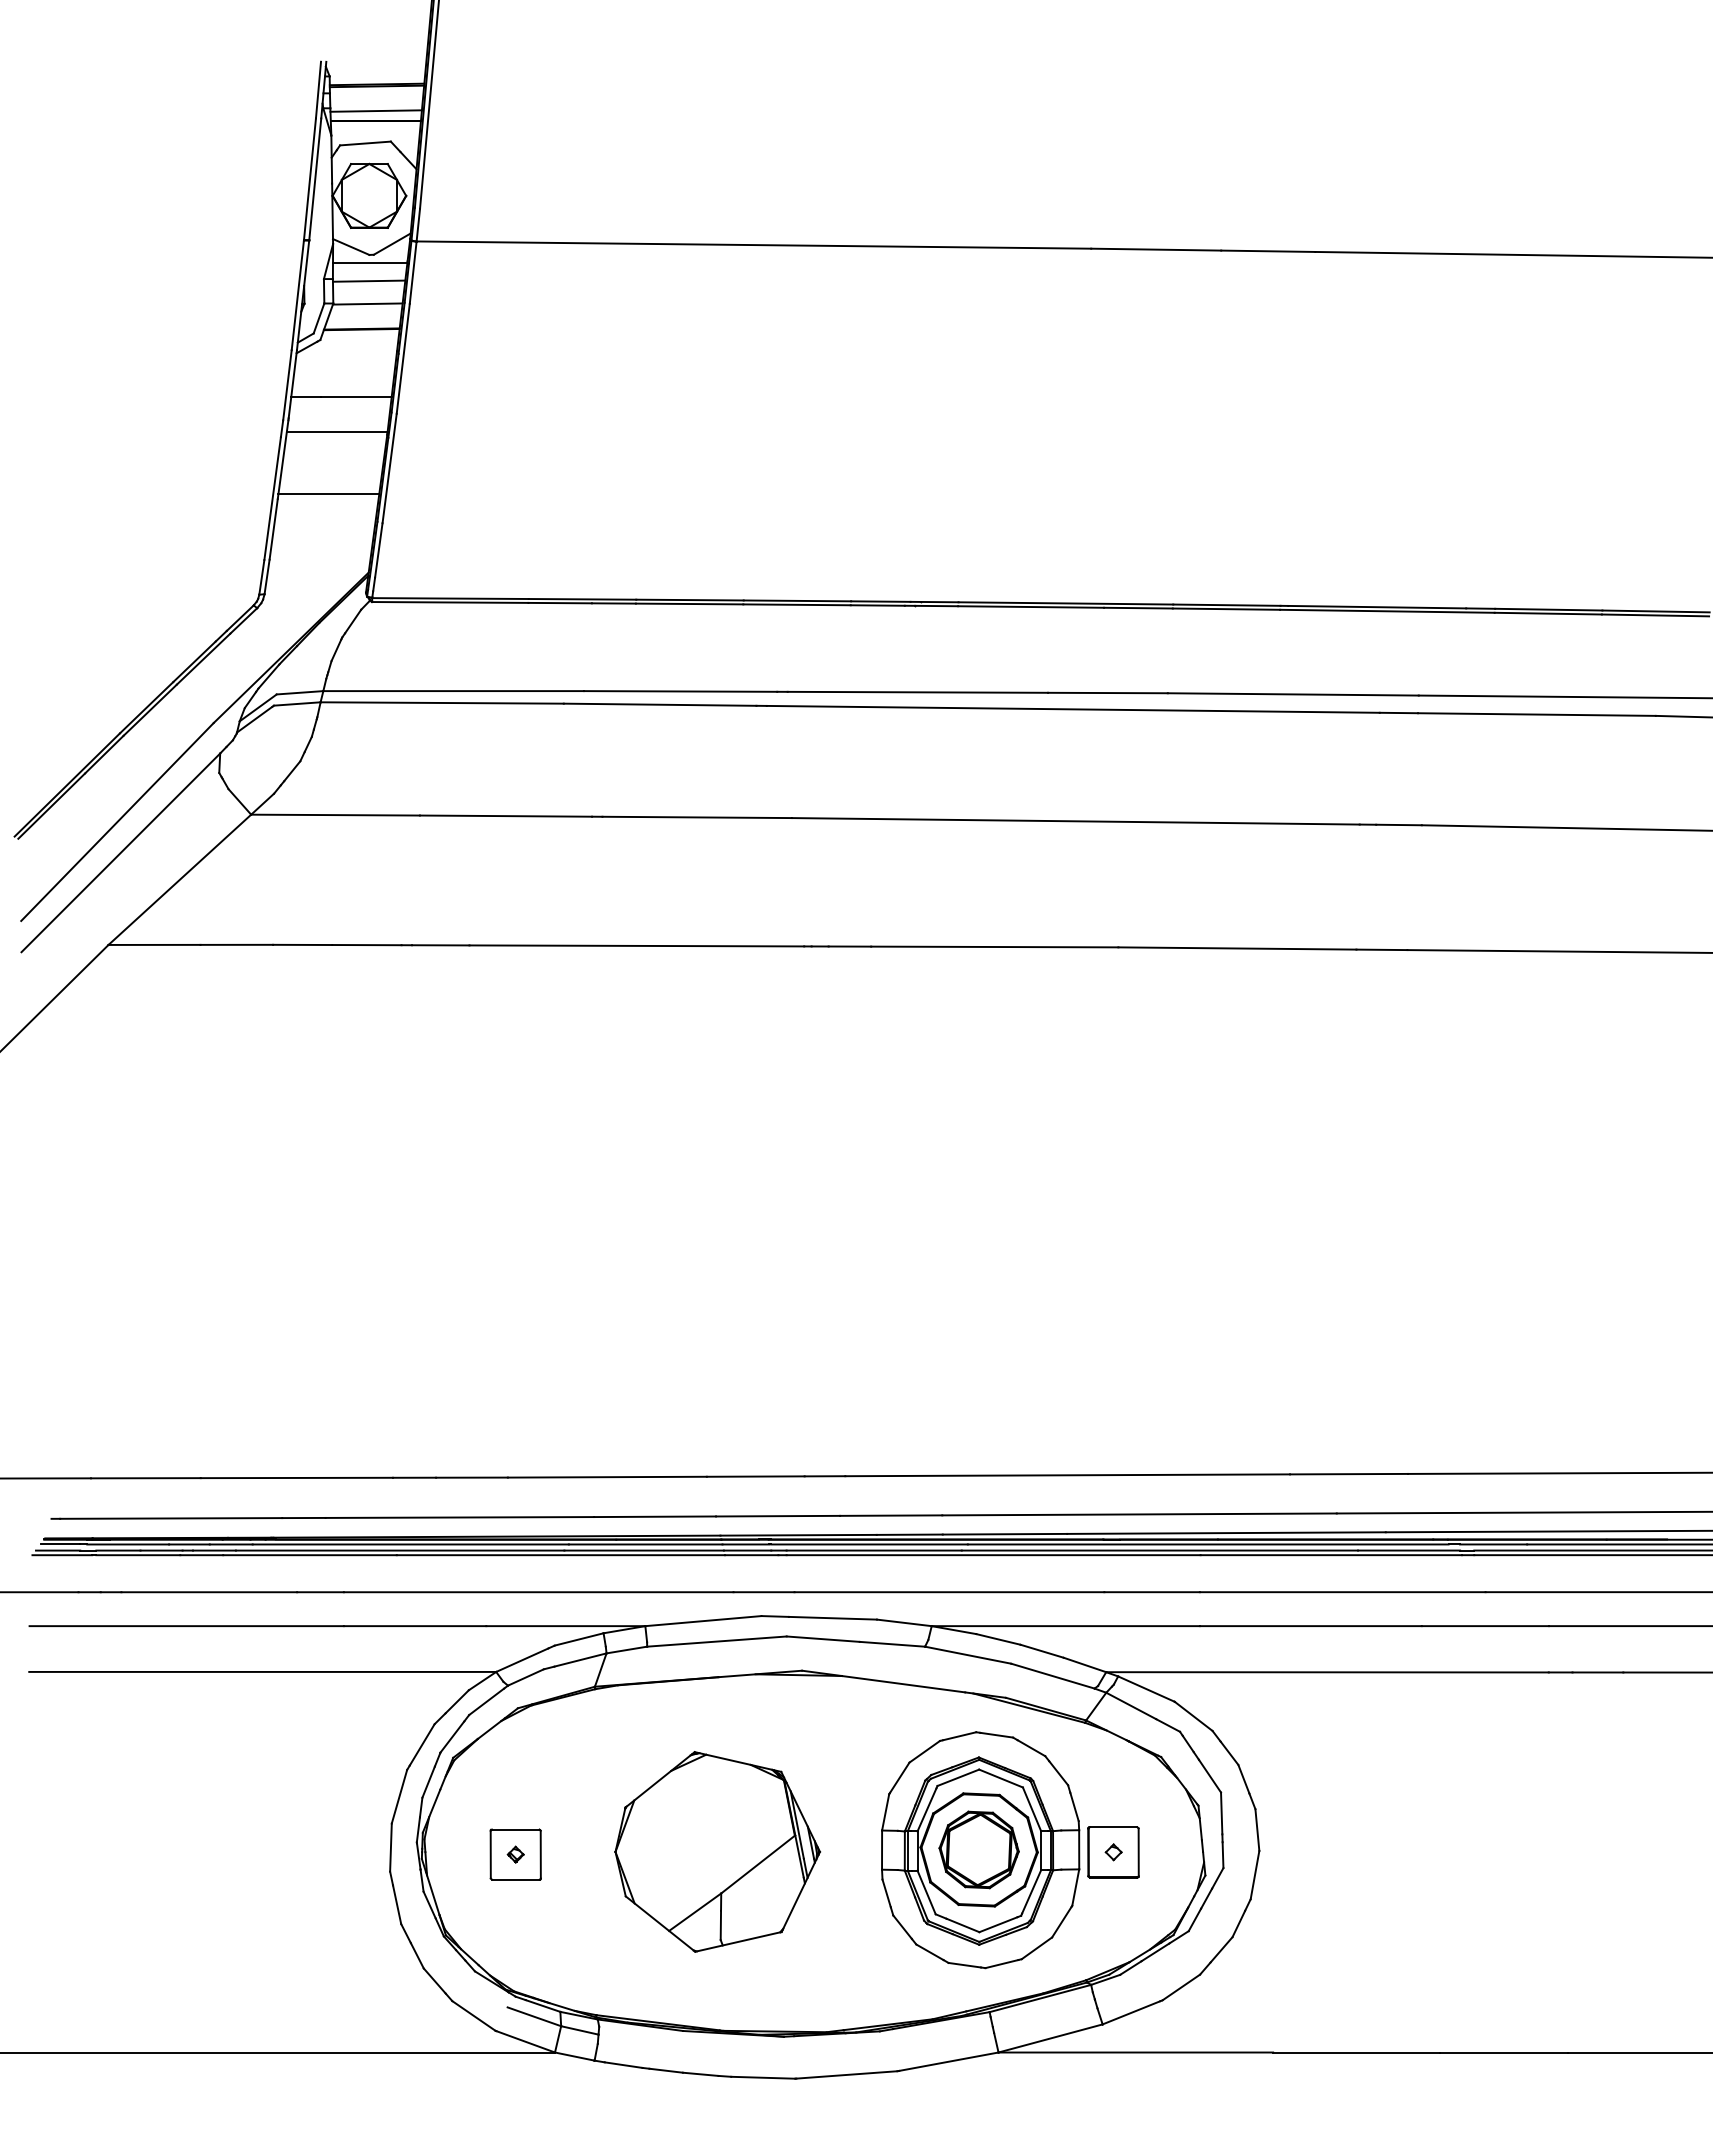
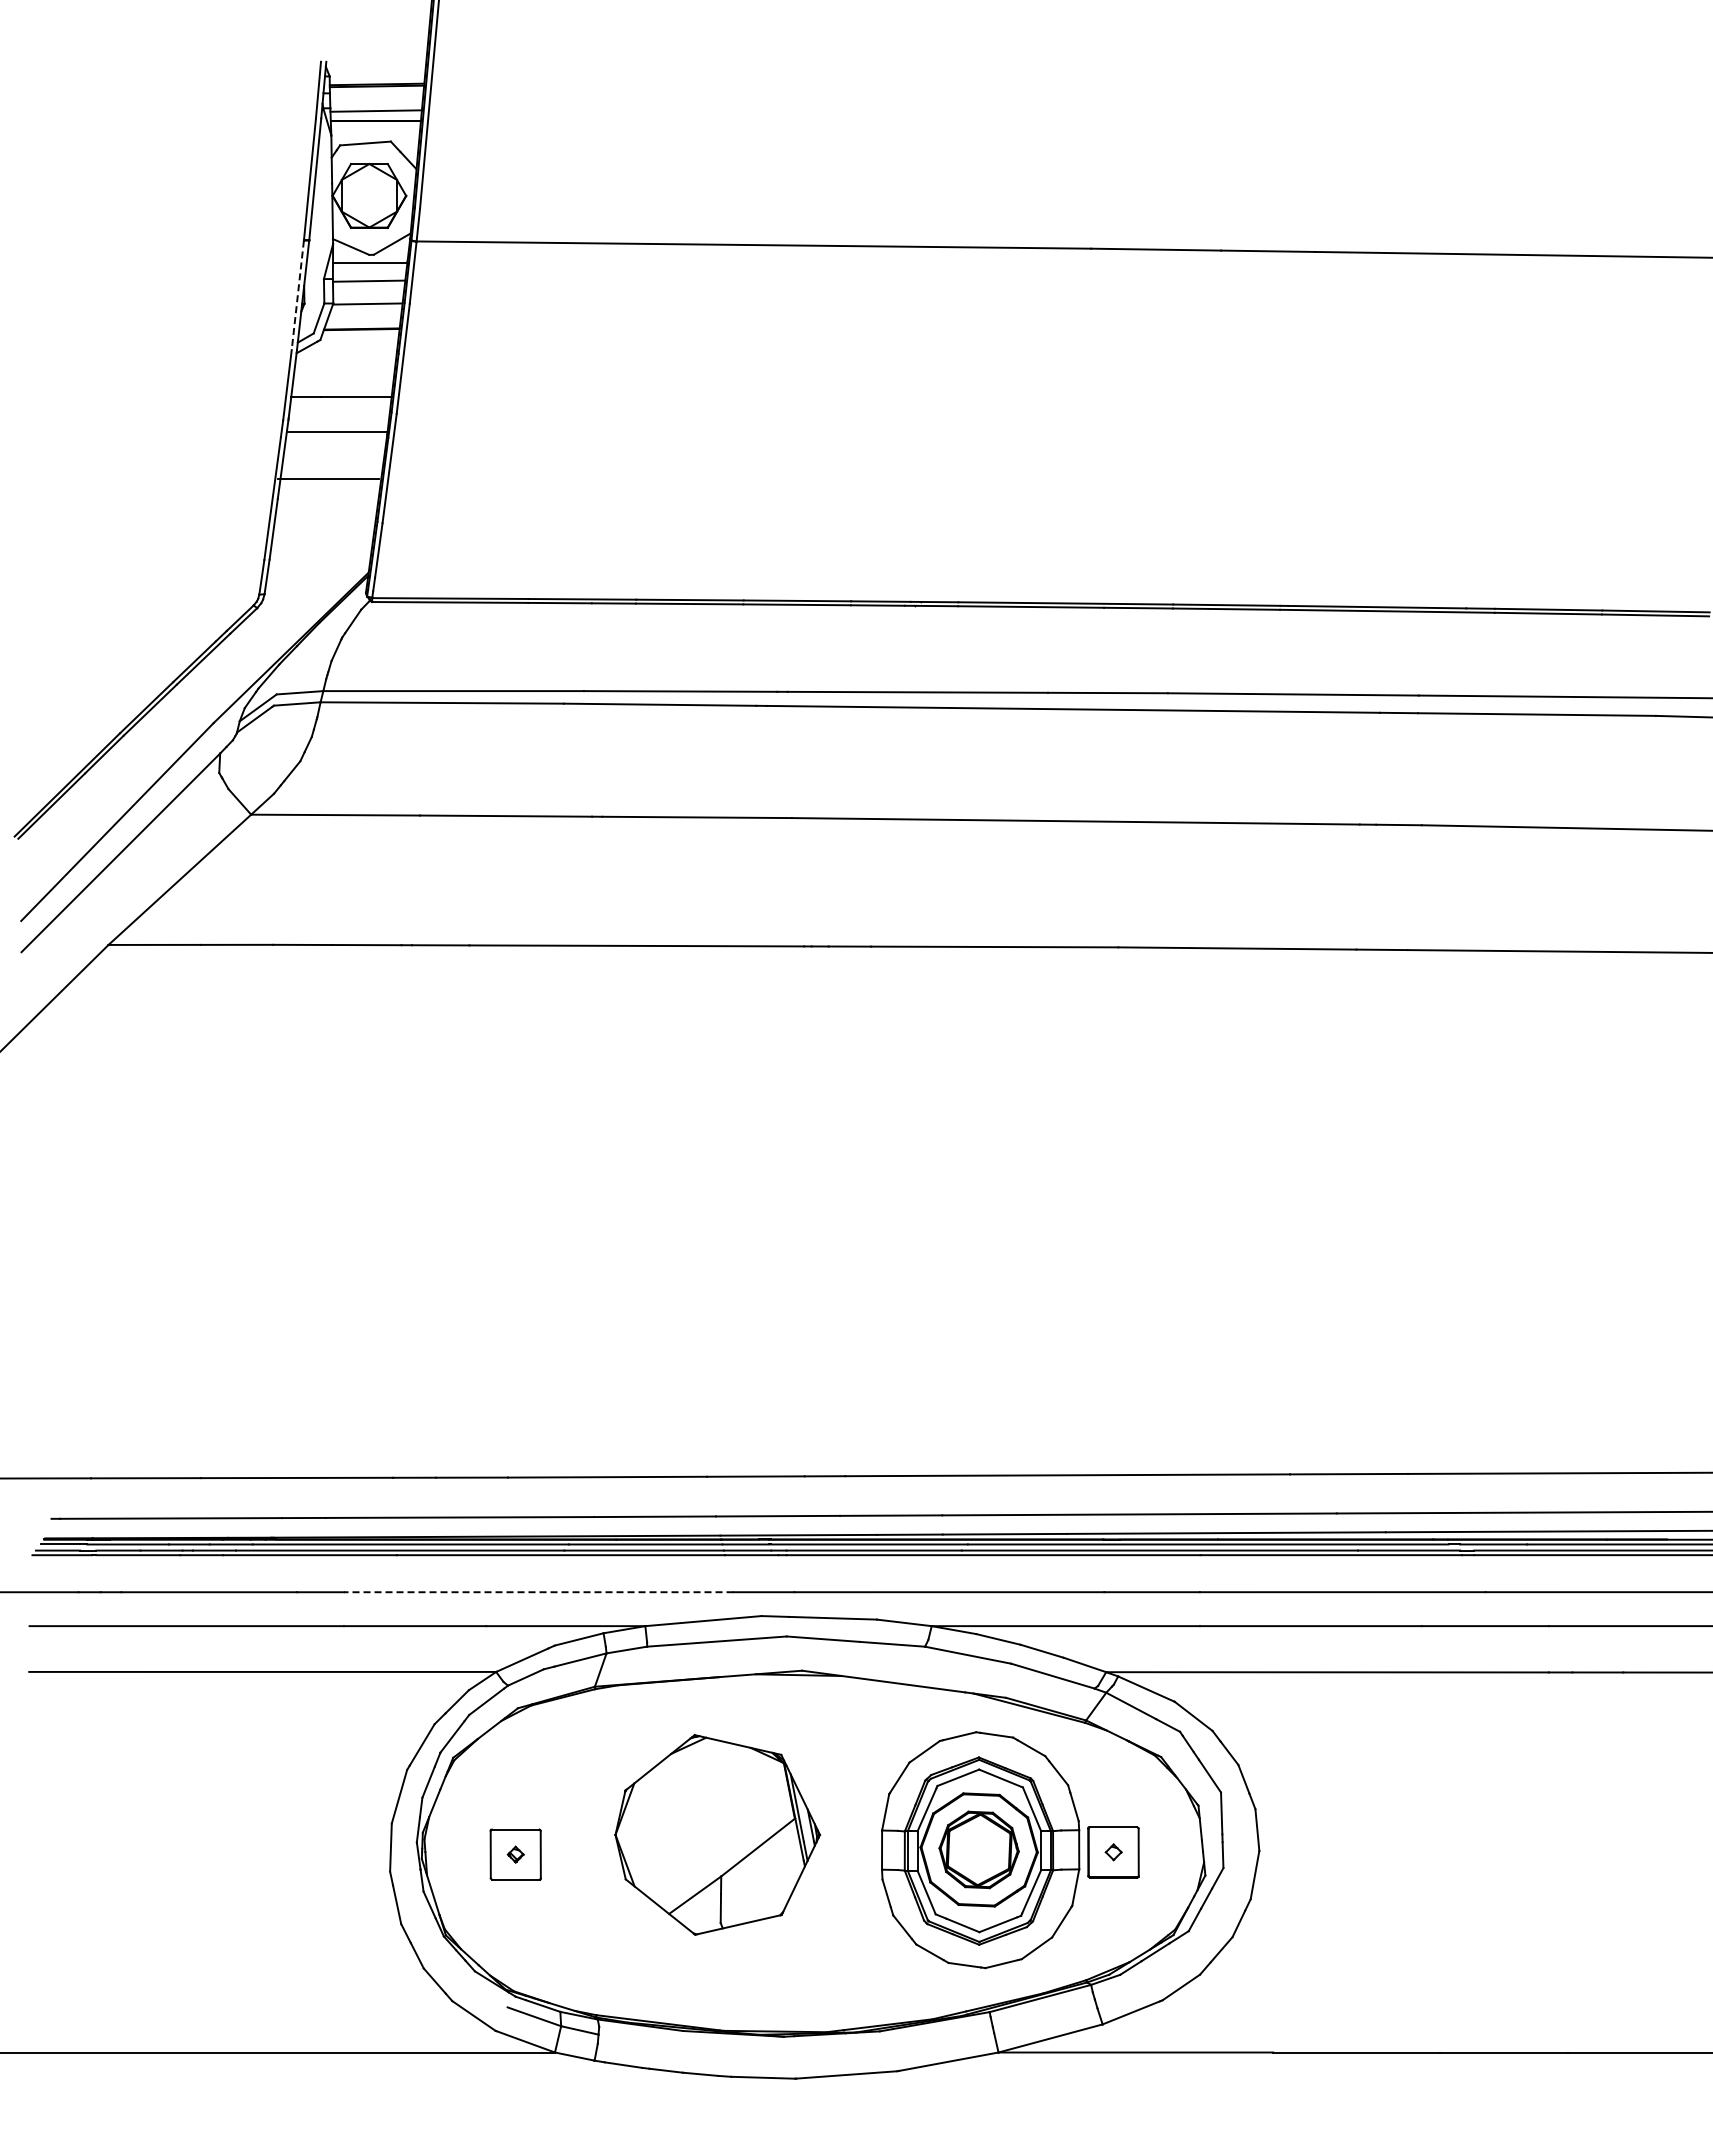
line at (297, 295): solid -> dashed
line at (328, 494) position: (328, 494) -> (328, 479)
line at (538, 1592): solid -> dashed
part at (717, 1851) position: (717, 1851) -> (717, 1834)
